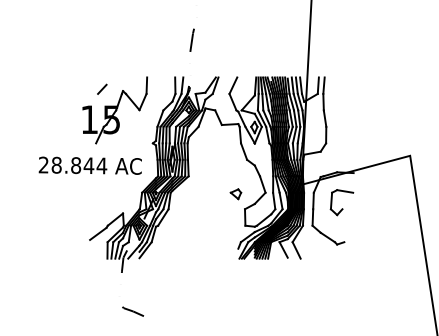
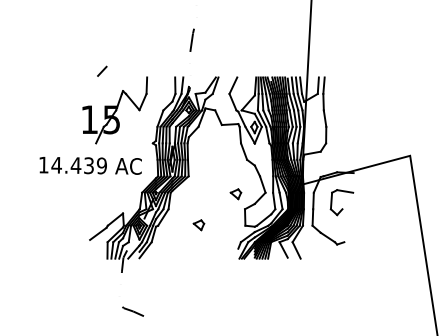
line at (102, 88) position: (102, 88) -> (102, 70)
text at (72, 165): 28.844 -> 14.439
part at (198, 225): none -> present
